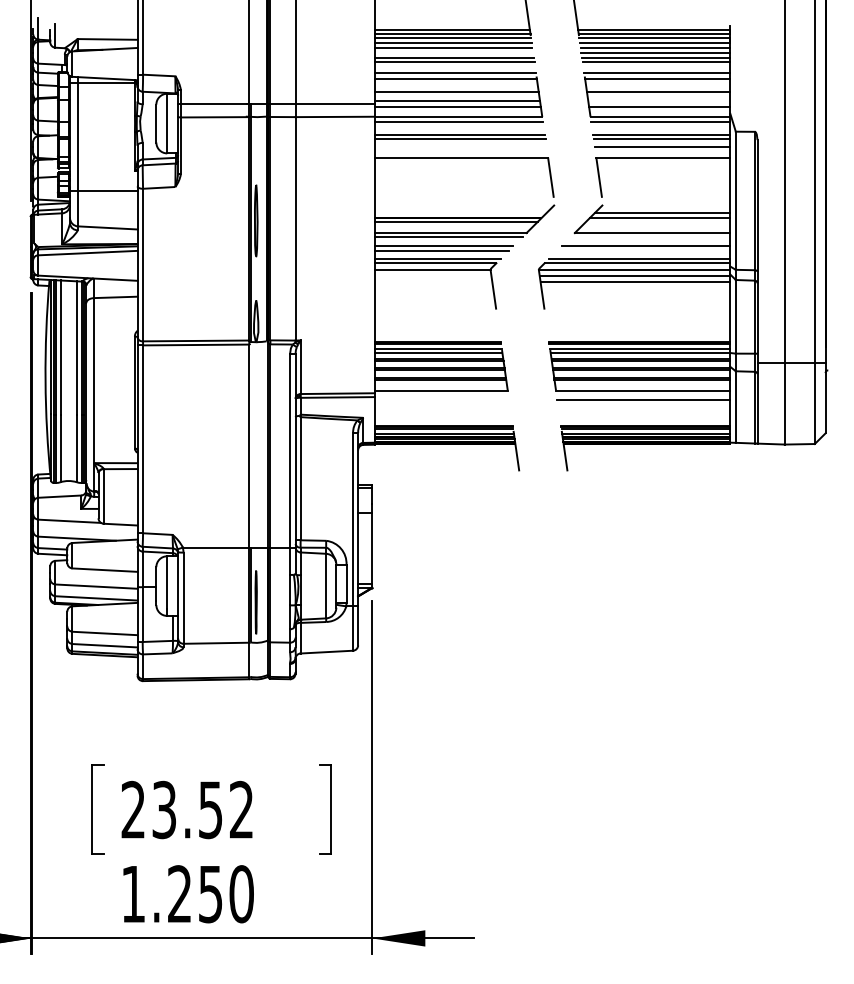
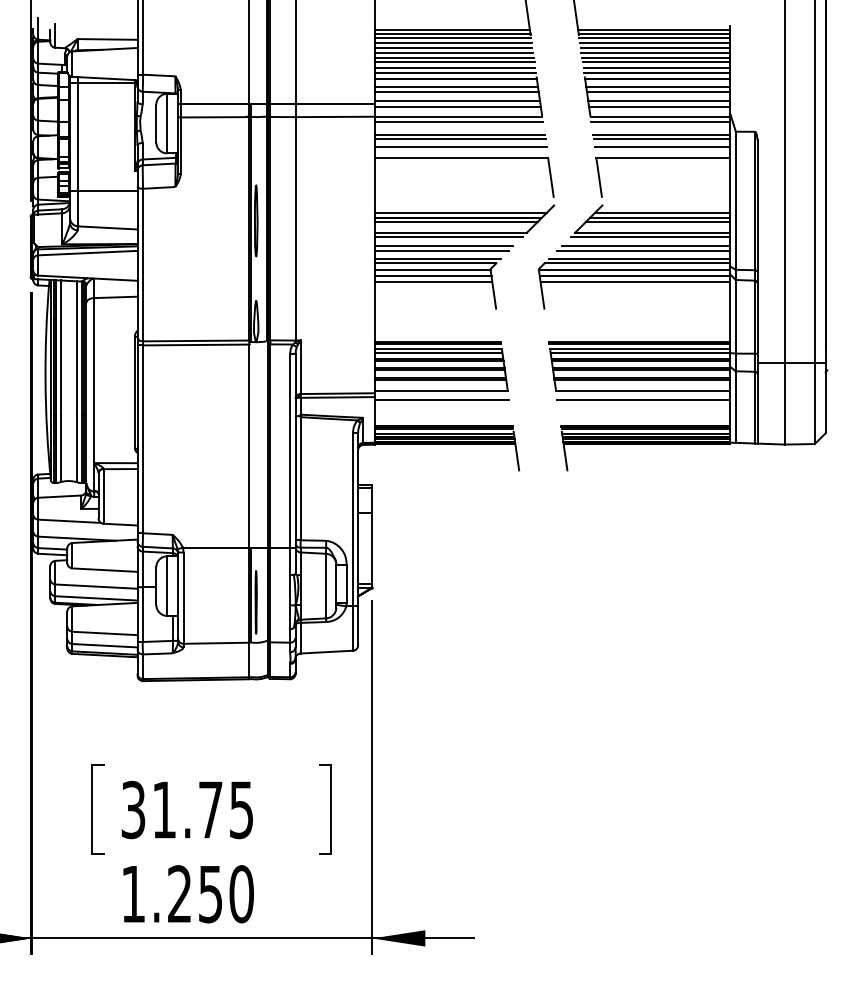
line at (453, 53): none -> present
line at (454, 67): none -> present
line at (656, 67): none -> present
line at (455, 86): none -> present
line at (658, 86): none -> present
line at (659, 101): none -> present
line at (460, 147): none -> present
line at (460, 212): none -> present
line at (658, 221): none -> present
line at (650, 237): none -> present
line at (643, 250): none -> present
line at (432, 276): none -> present
line at (433, 281): none -> present
line at (441, 399): none -> present
text at (186, 809): 23.52 -> 31.75
